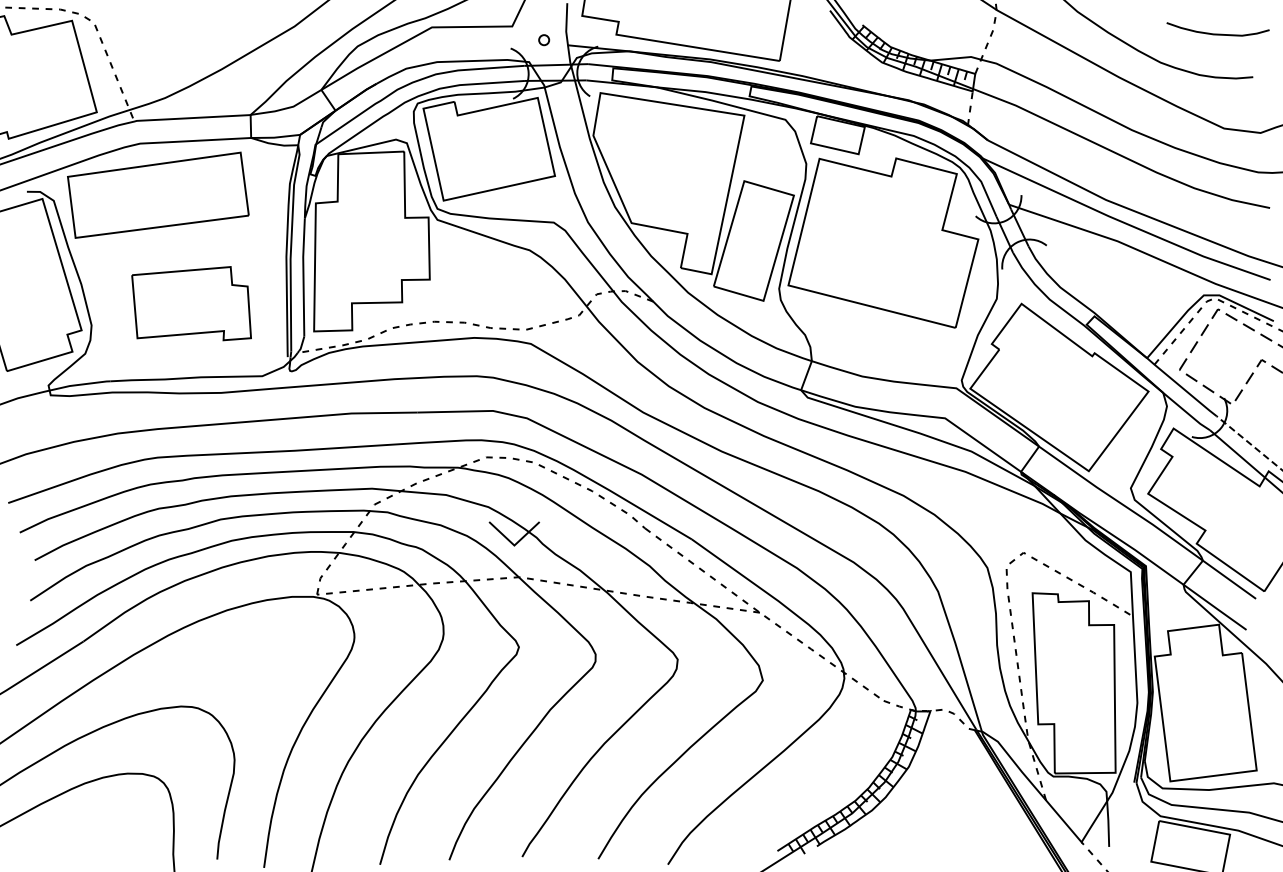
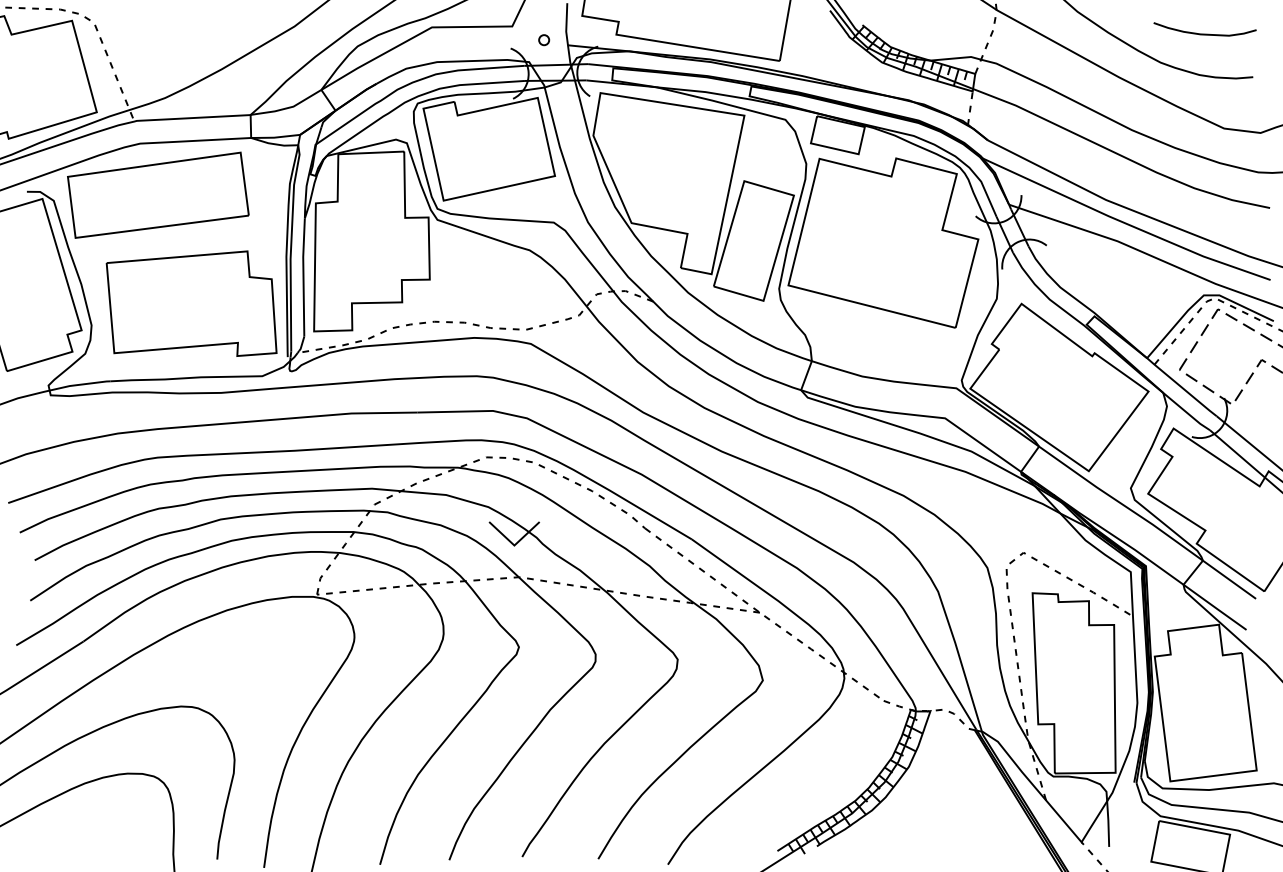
curve at (1217, 33) position: (1217, 33) -> (1204, 33)
part at (191, 303) size: 121x76 px -> 173x107 px
line at (1249, 443): dashed -> solid
